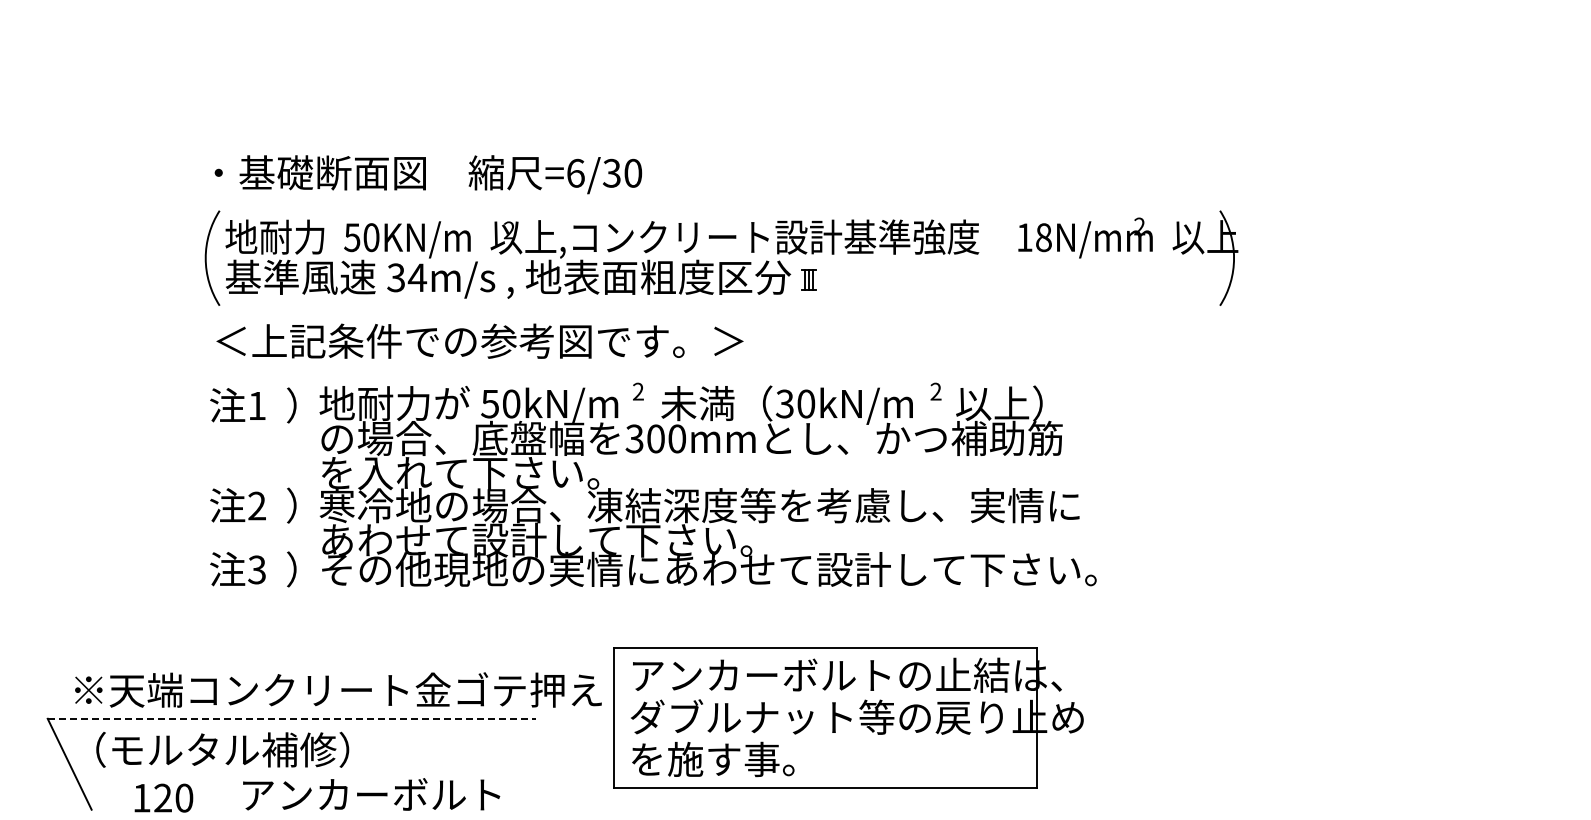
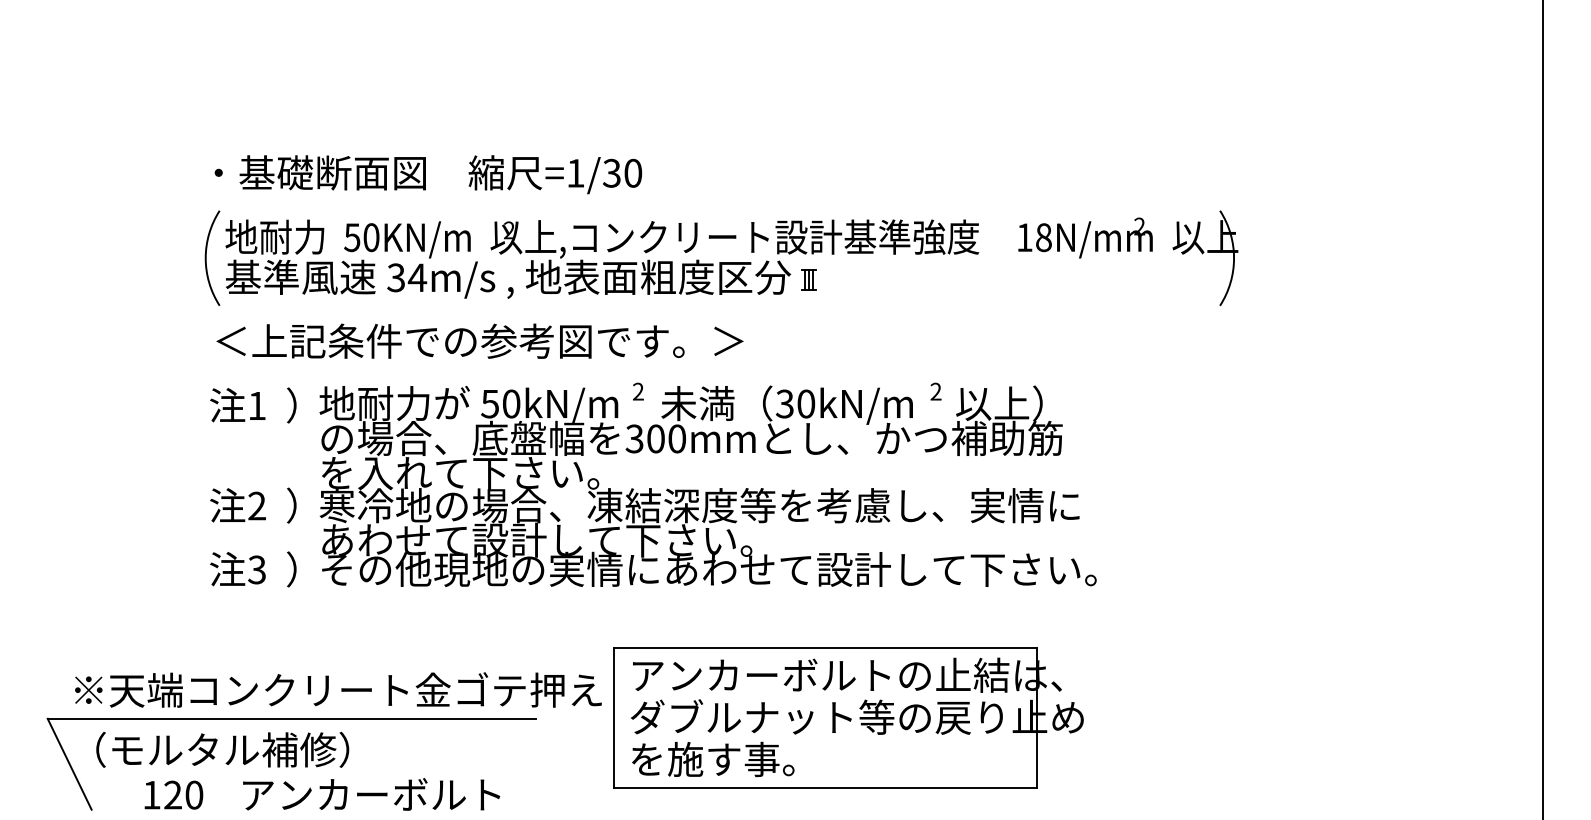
text at (575, 172): =6/30 -> =1/30
line at (1543, 409): none -> present
line at (292, 718): dashed -> solid
text at (163, 797) position: (163, 797) -> (173, 794)
